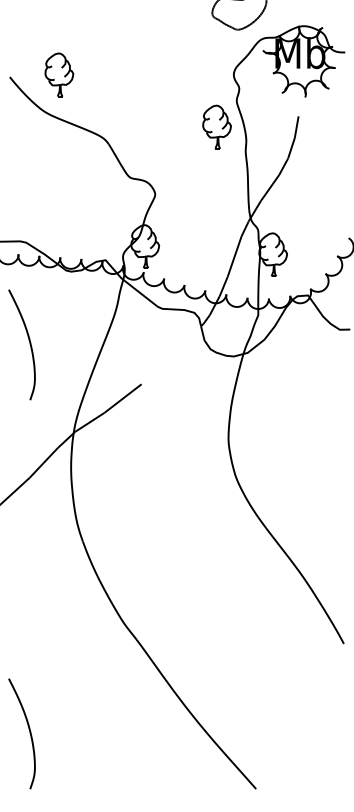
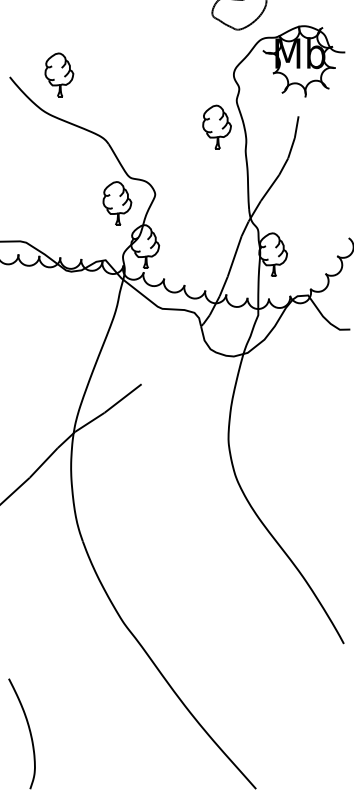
part at (117, 203): none -> present
curve at (29, 344): present -> none
